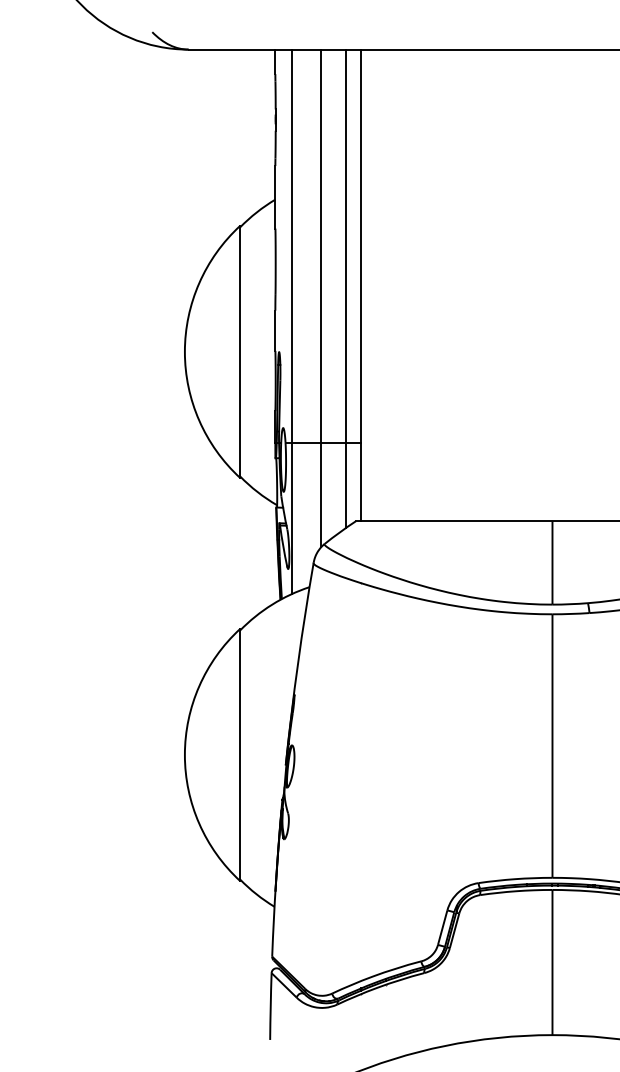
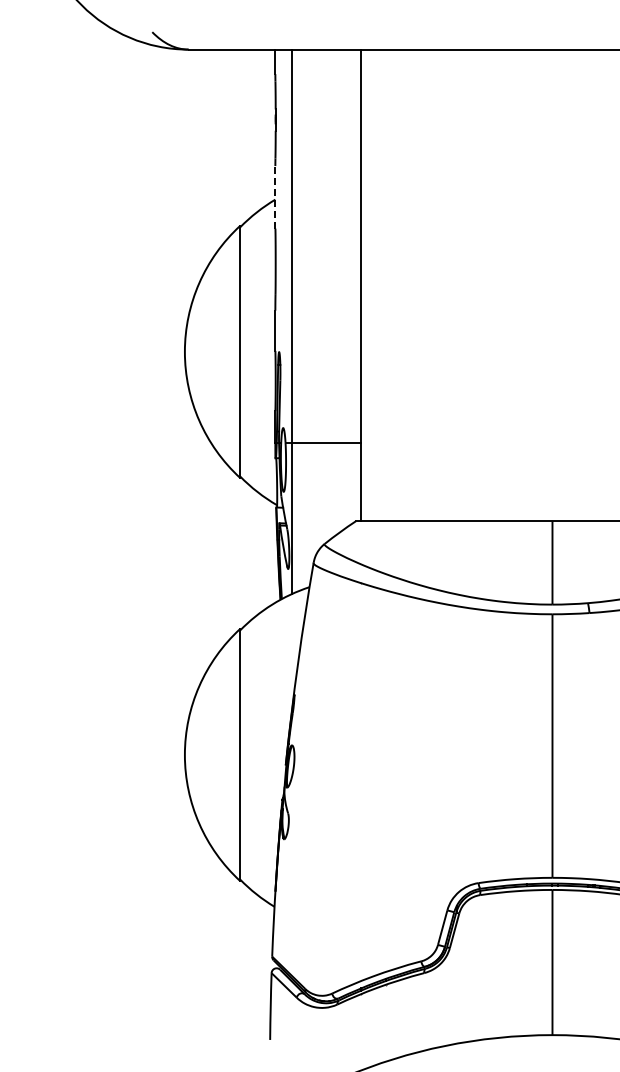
line at (275, 196): solid -> dashed
line at (345, 288): present -> none
line at (321, 298): present -> none
